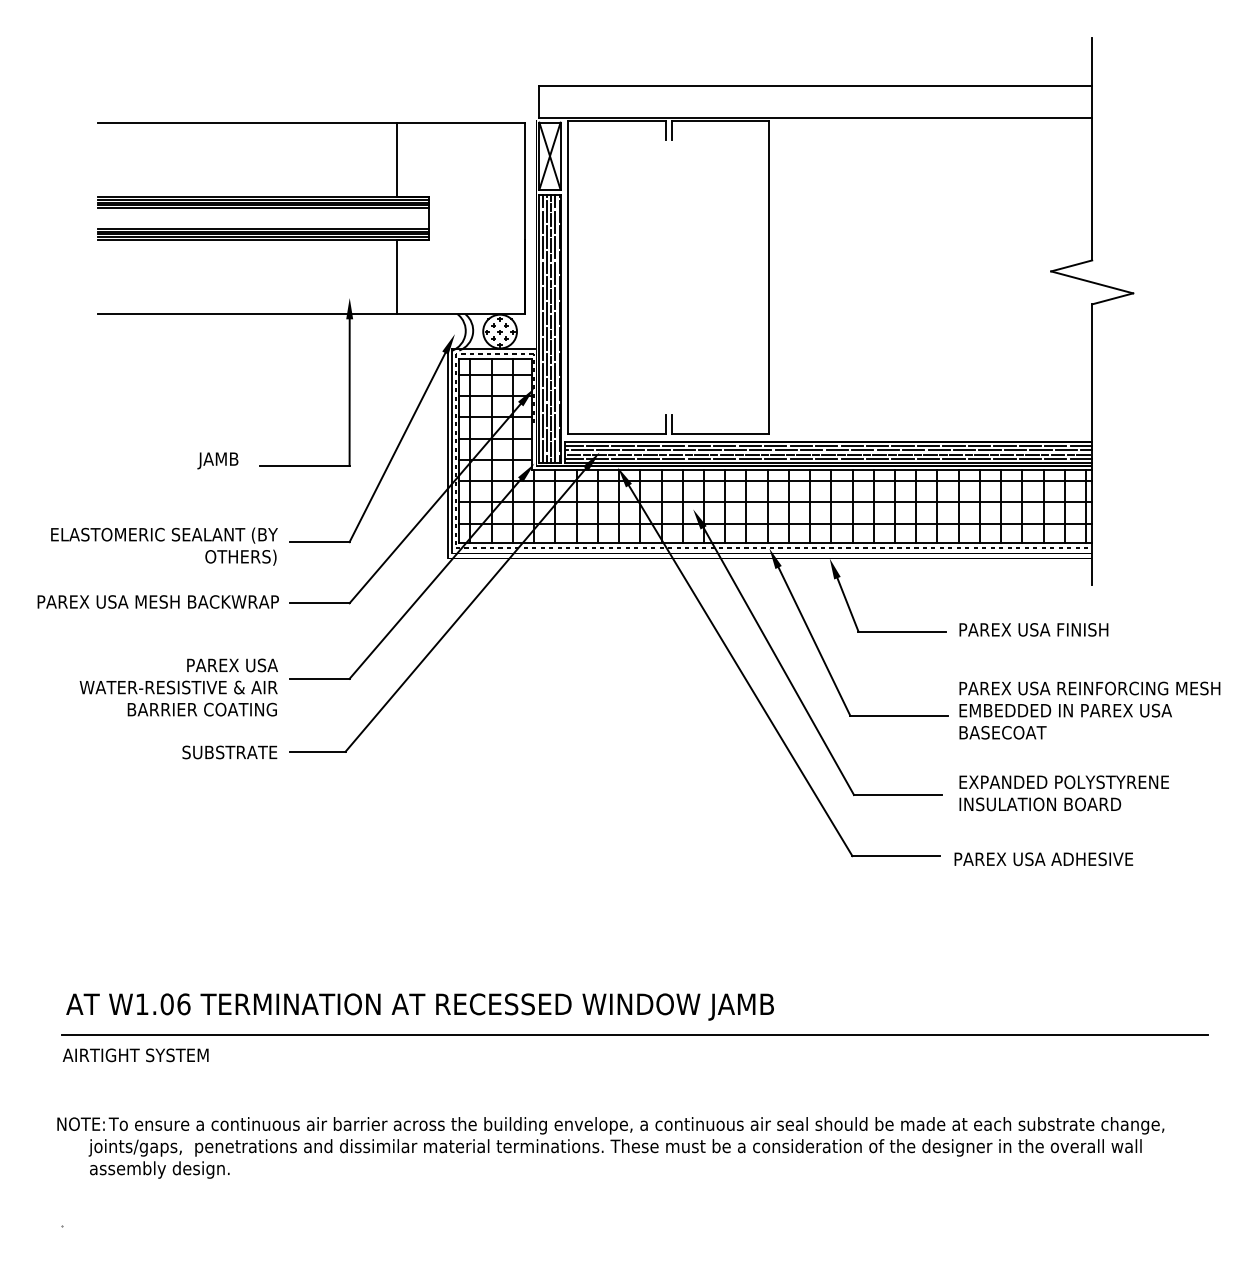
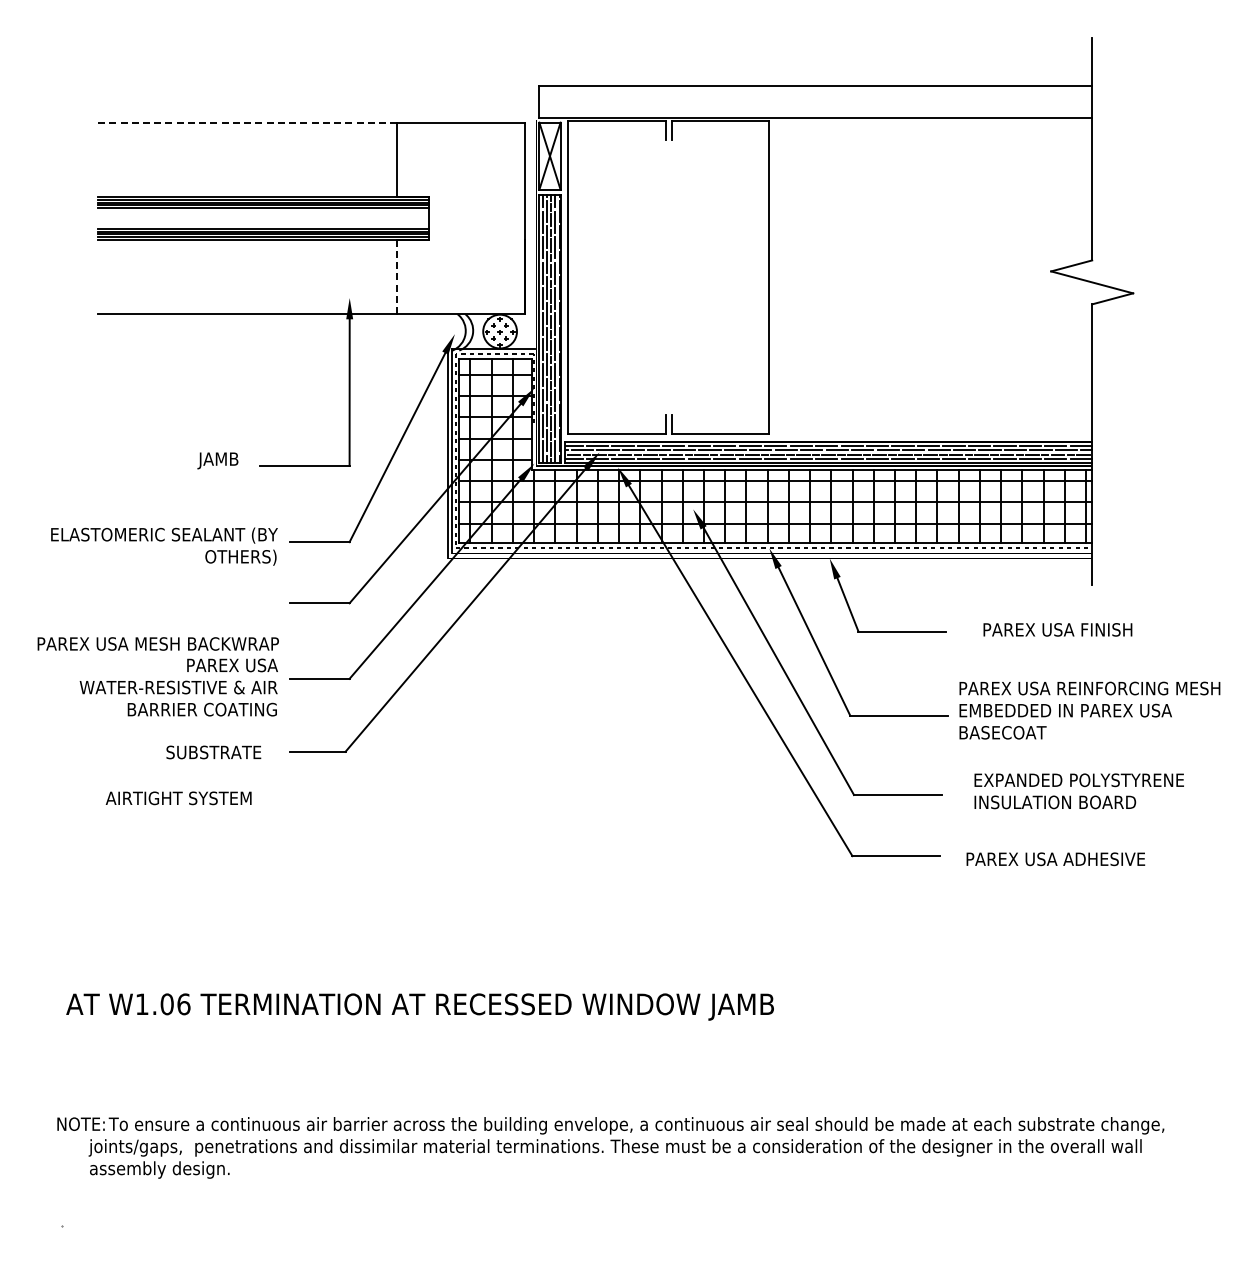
line at (247, 123): solid -> dashed
line at (397, 276): solid -> dashed
text at (157, 601) position: (157, 601) -> (157, 643)
text at (1033, 629) position: (1033, 629) -> (1057, 629)
text at (229, 752) position: (229, 752) -> (213, 752)
text at (1063, 793) position: (1063, 793) -> (1078, 791)
text at (1043, 859) position: (1043, 859) -> (1055, 859)
line at (634, 1035): present -> none
text at (135, 1055) position: (135, 1055) -> (178, 798)
